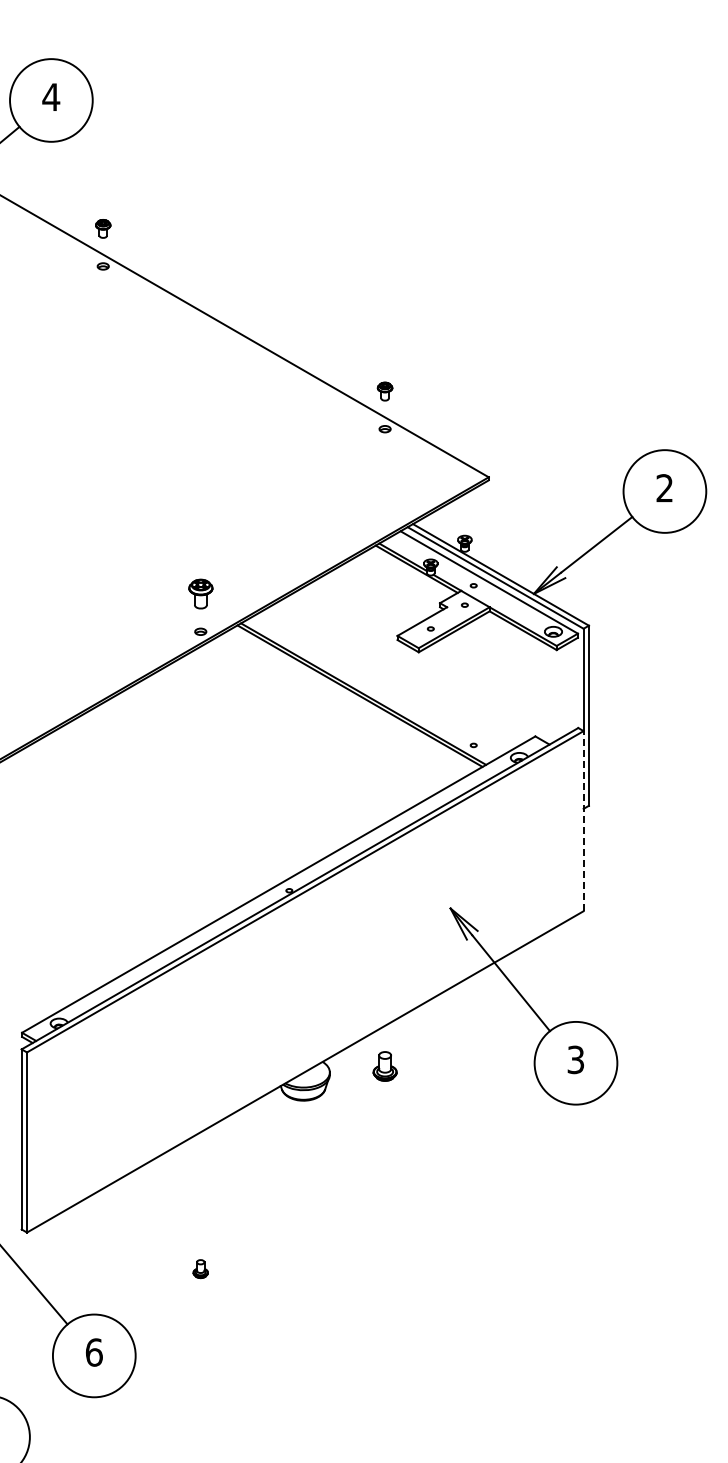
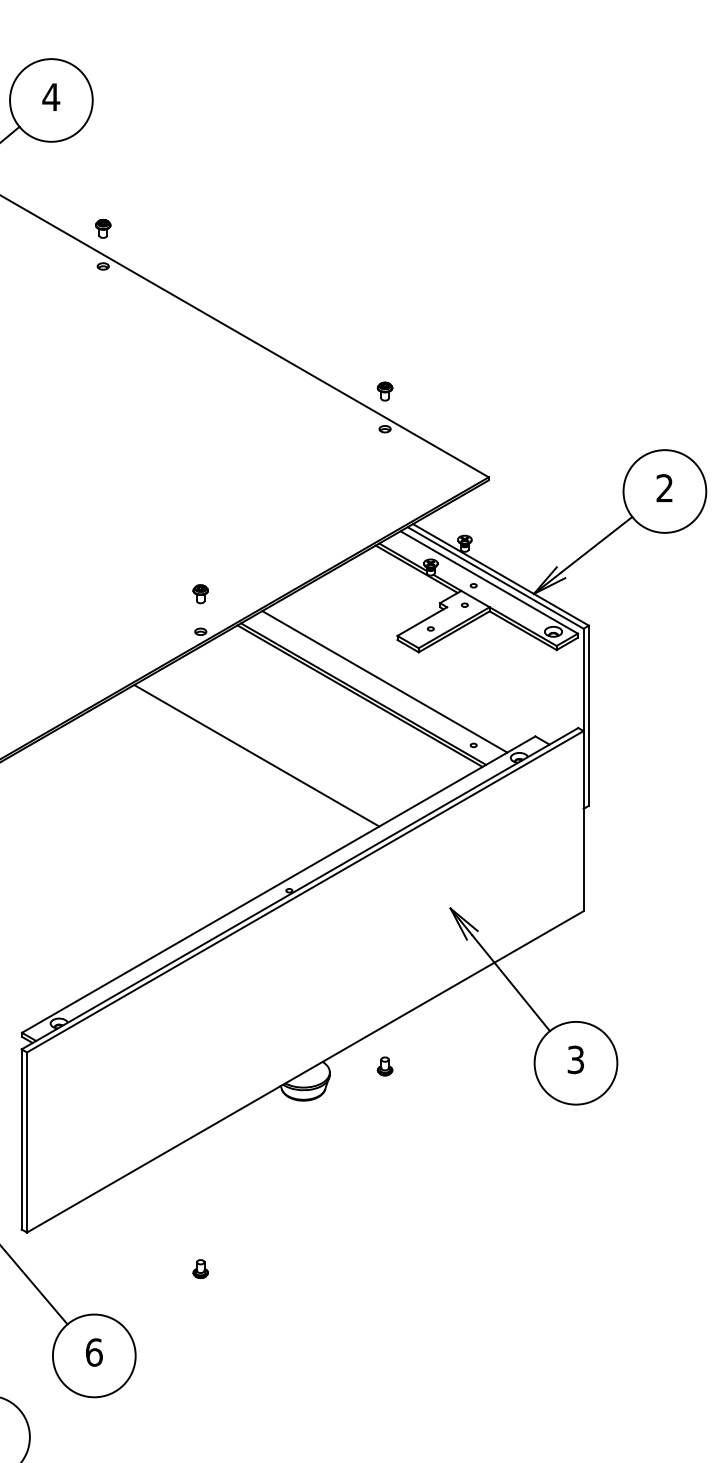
part at (200, 593) size: 26x32 px -> 17x21 px
line at (384, 681): none -> present
line at (256, 755): none -> present
line at (583, 820): dashed -> solid
part at (384, 1066) size: 26x31 px -> 18x21 px
